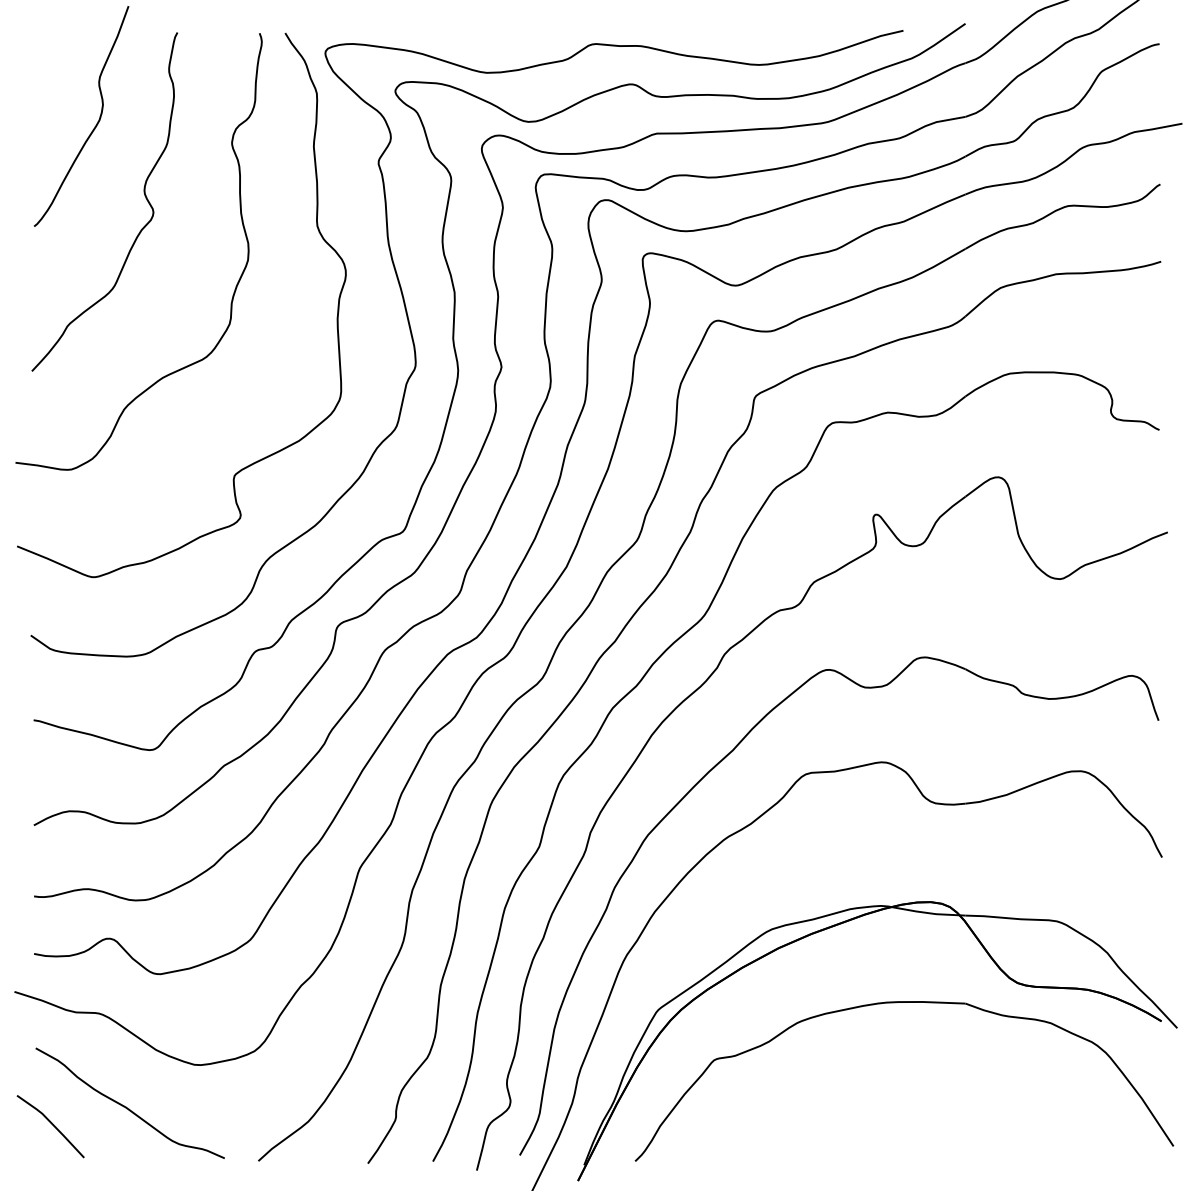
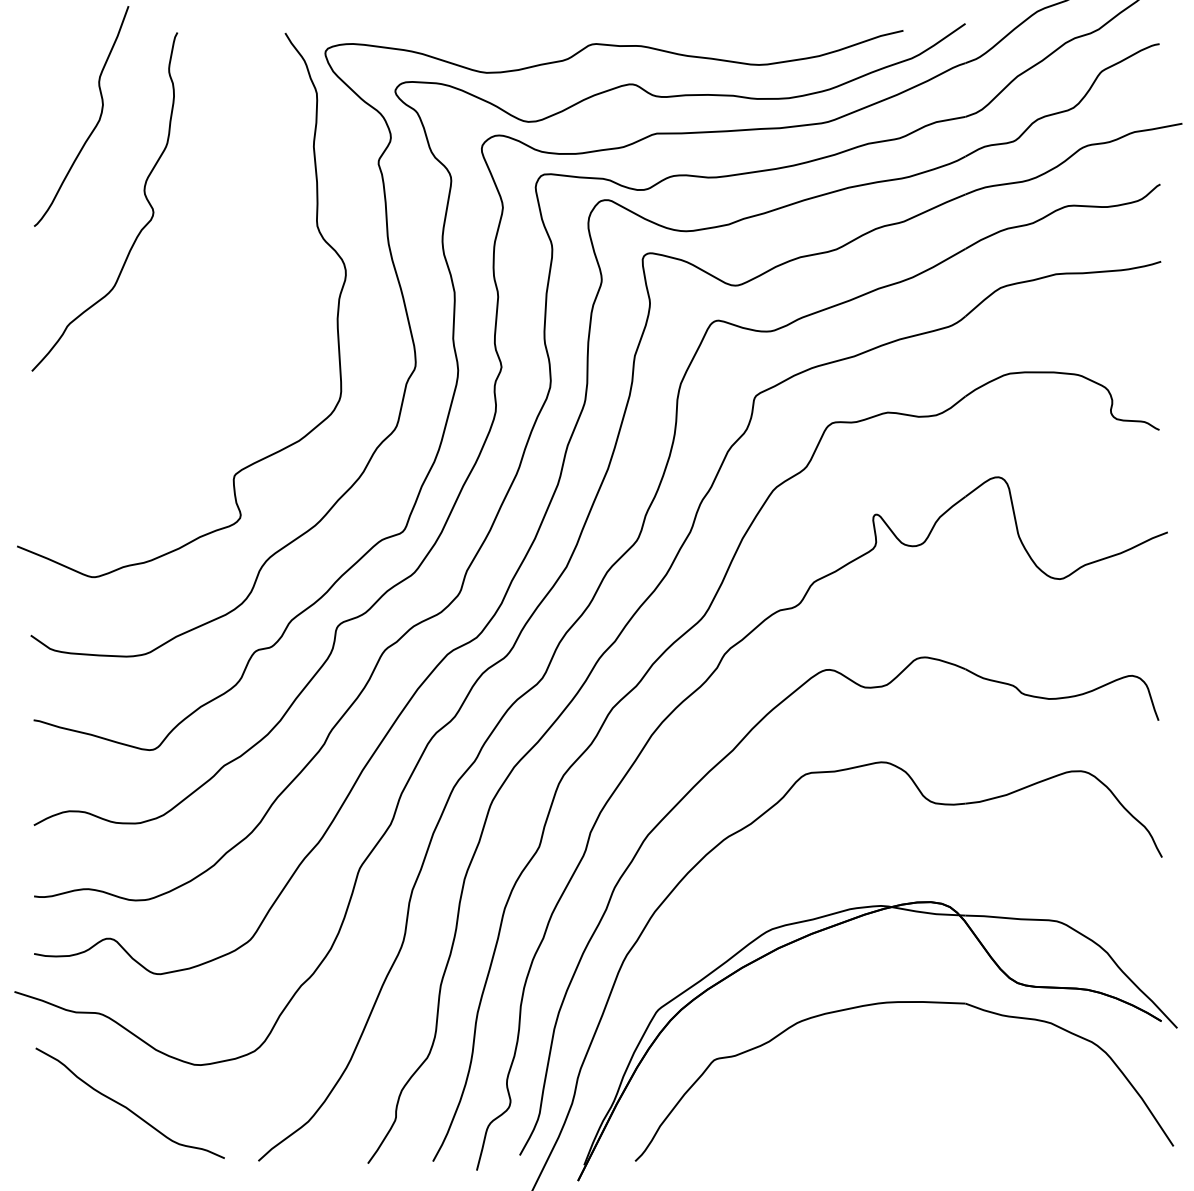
curve at (235, 286): present -> none
line at (51, 1124): present -> none
